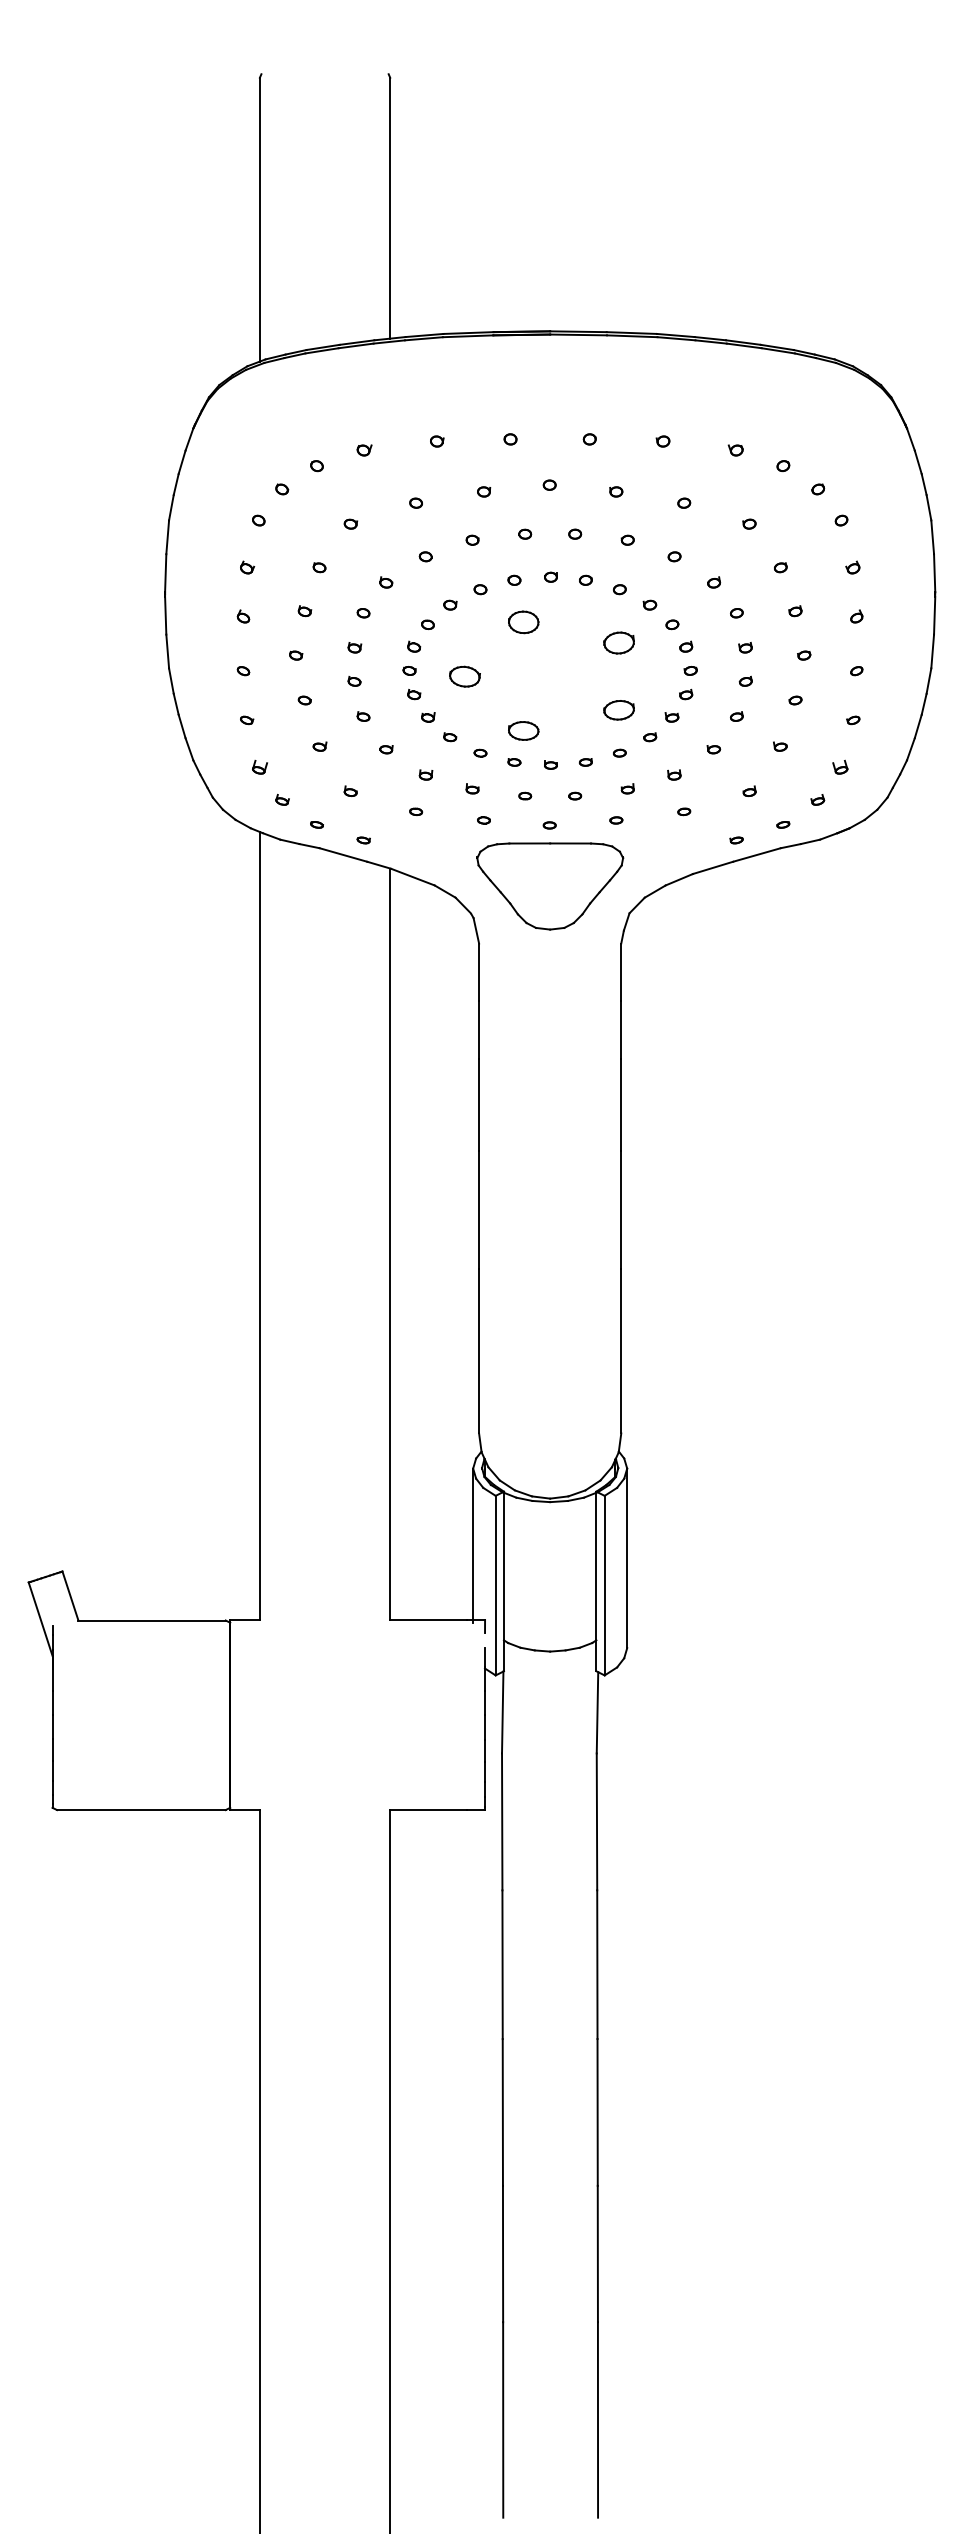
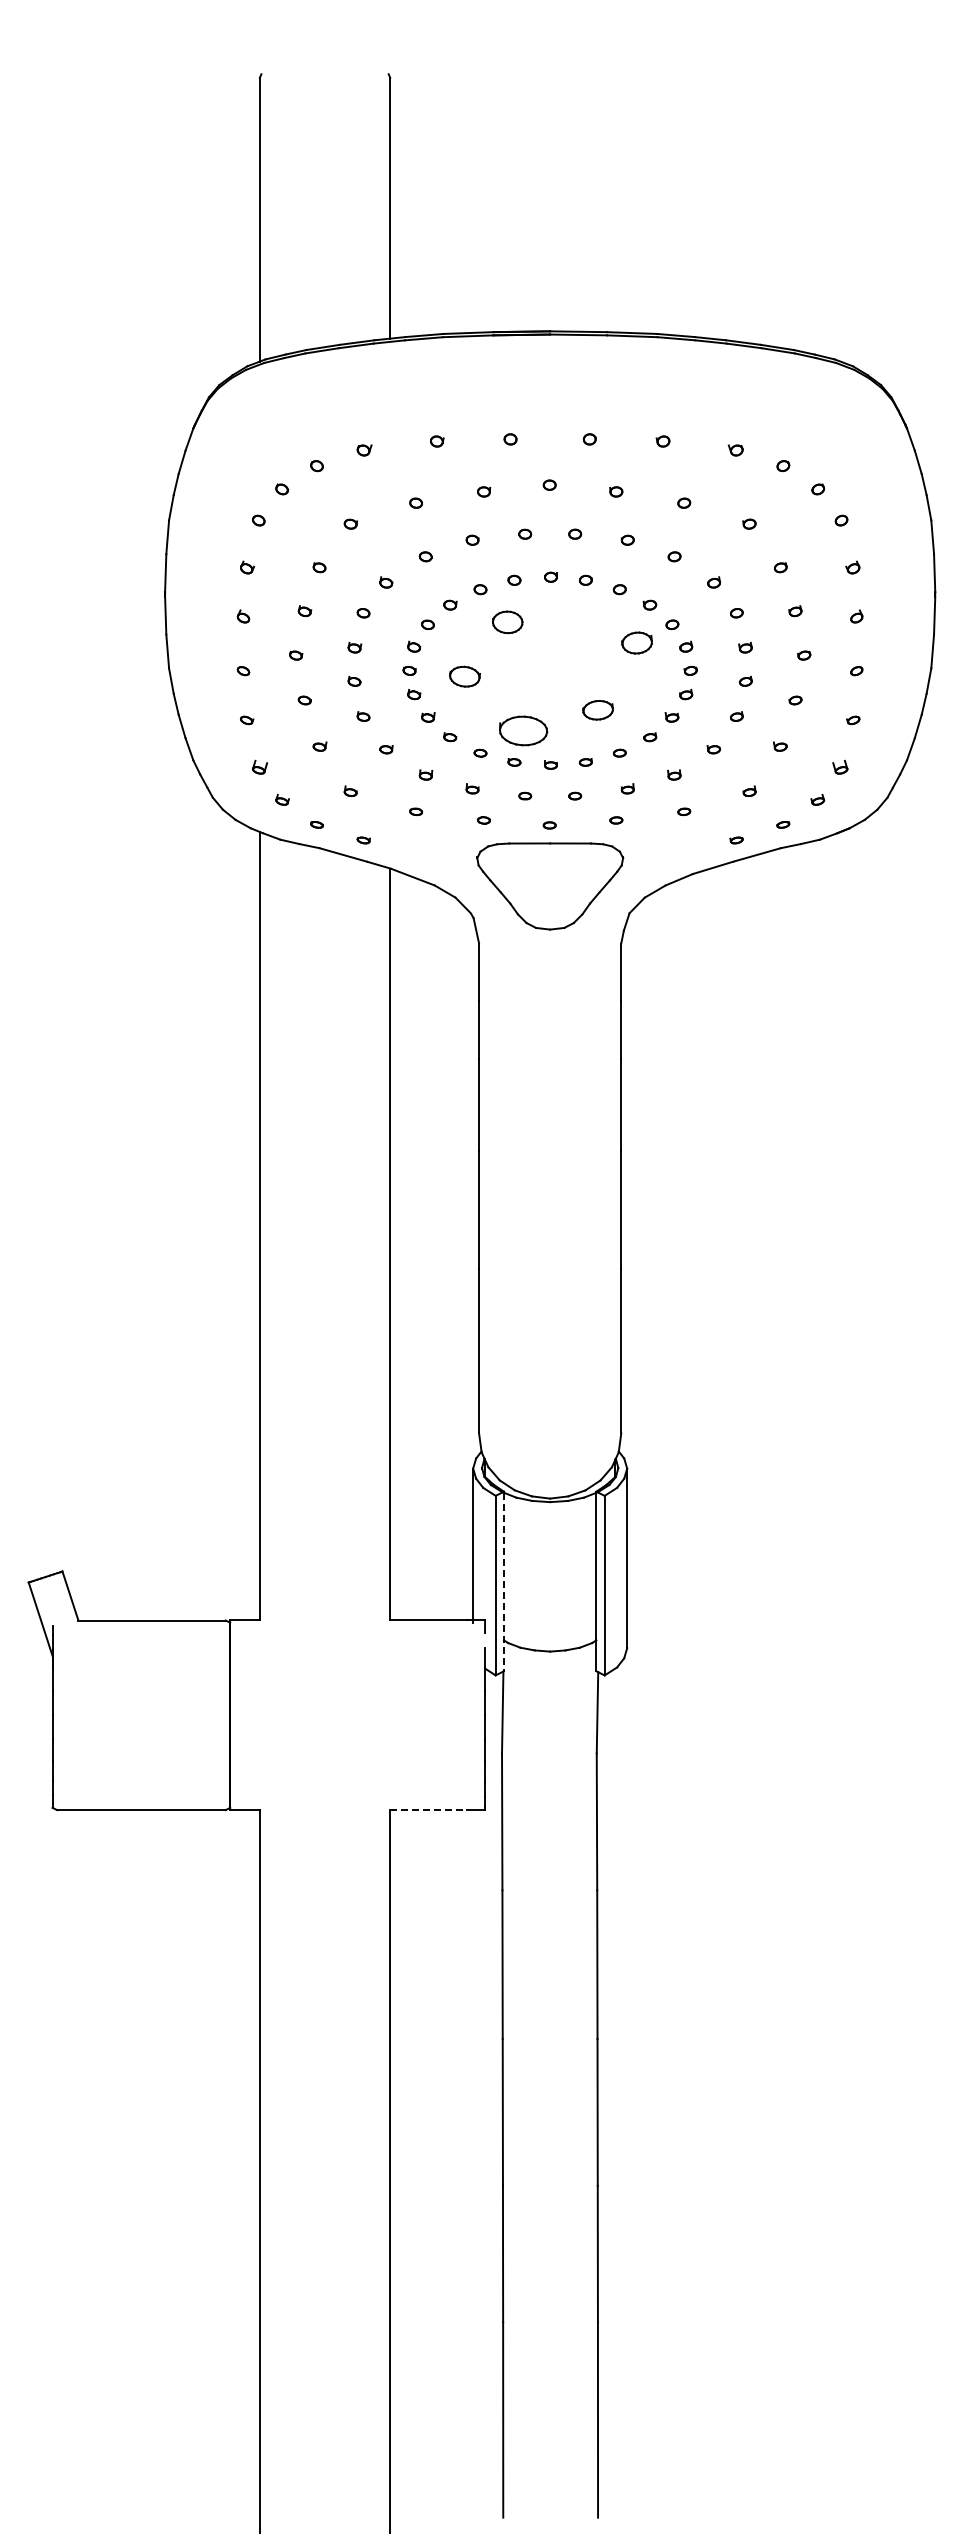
part at (523, 622) position: (523, 622) -> (507, 622)
part at (618, 642) position: (618, 642) -> (636, 642)
part at (618, 710) position: (618, 710) -> (597, 710)
part at (523, 730) size: 32x20 px -> 50x32 px
line at (503, 1582): solid -> dashed
line at (428, 1810): solid -> dashed
